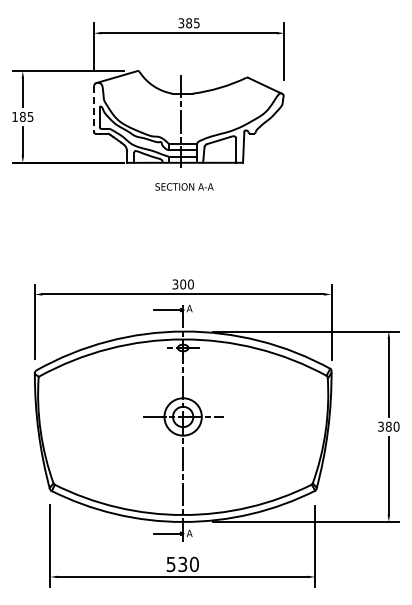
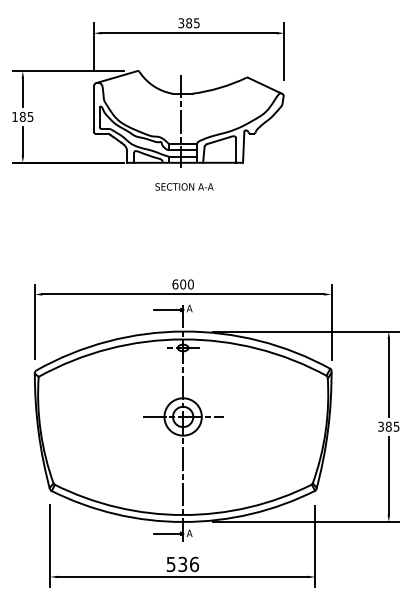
line at (93, 109): dashed -> solid
text at (175, 284): 300 -> 600
text at (396, 426): 380 -> 385
text at (194, 563): 530 -> 536
